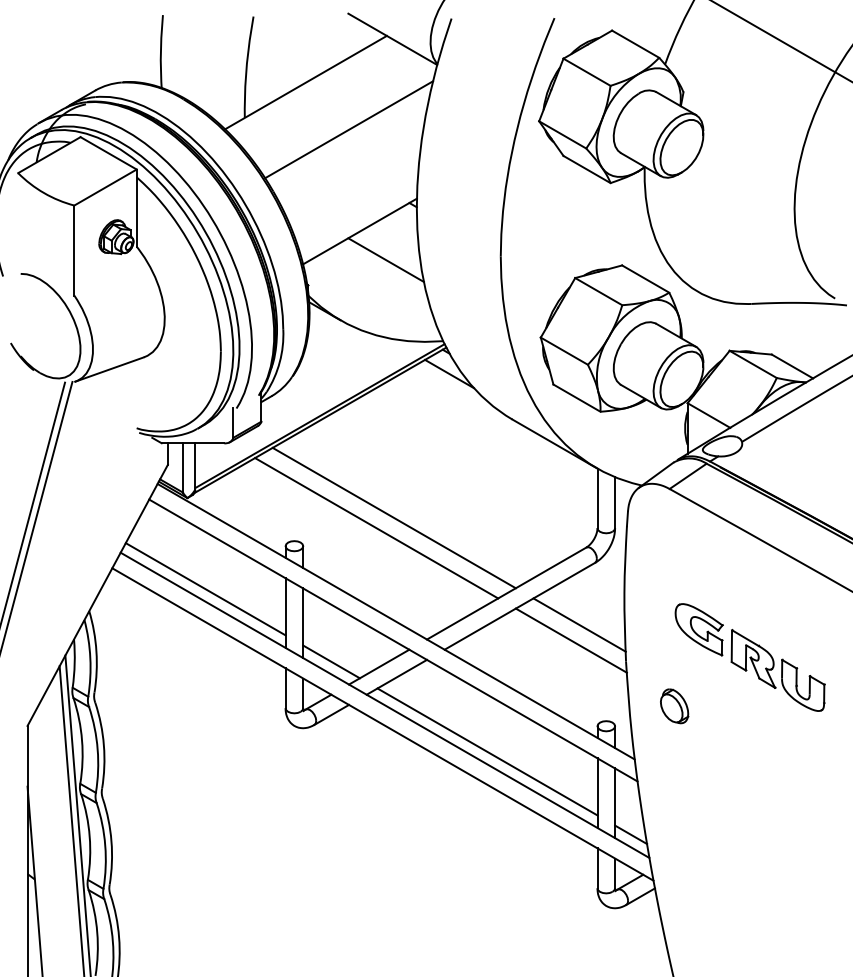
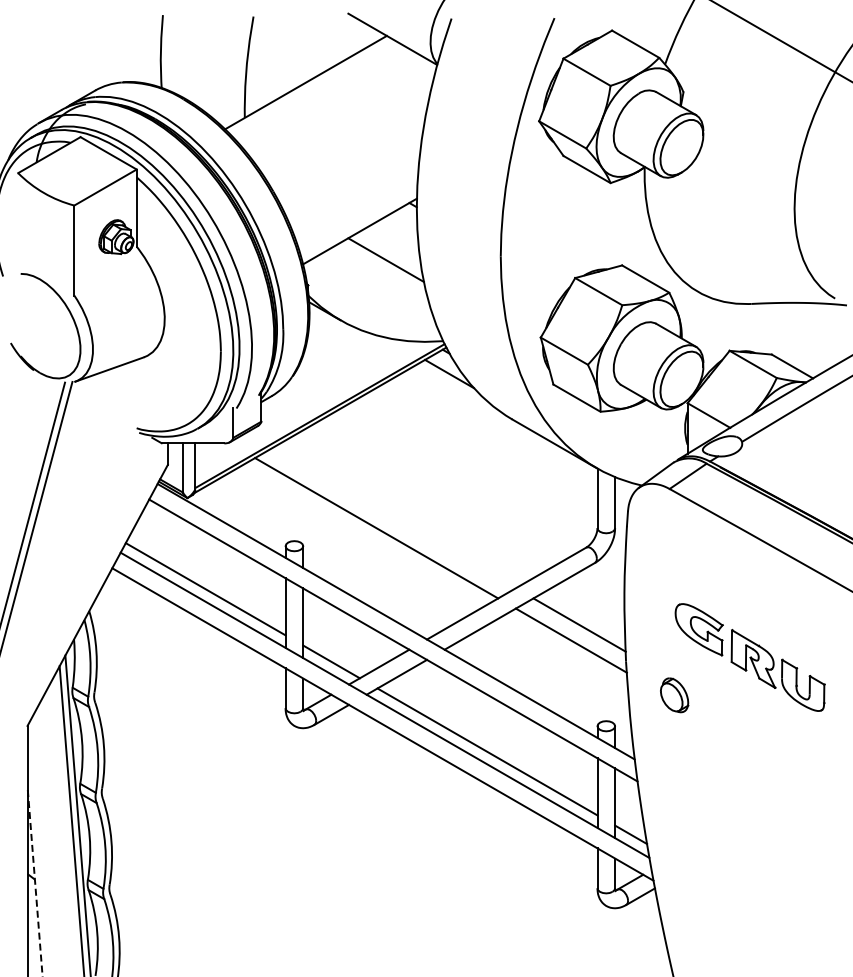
line at (349, 129): present -> none
line at (393, 517): present -> none
part at (674, 706) position: (674, 706) -> (674, 695)
line at (35, 881): solid -> dashed
